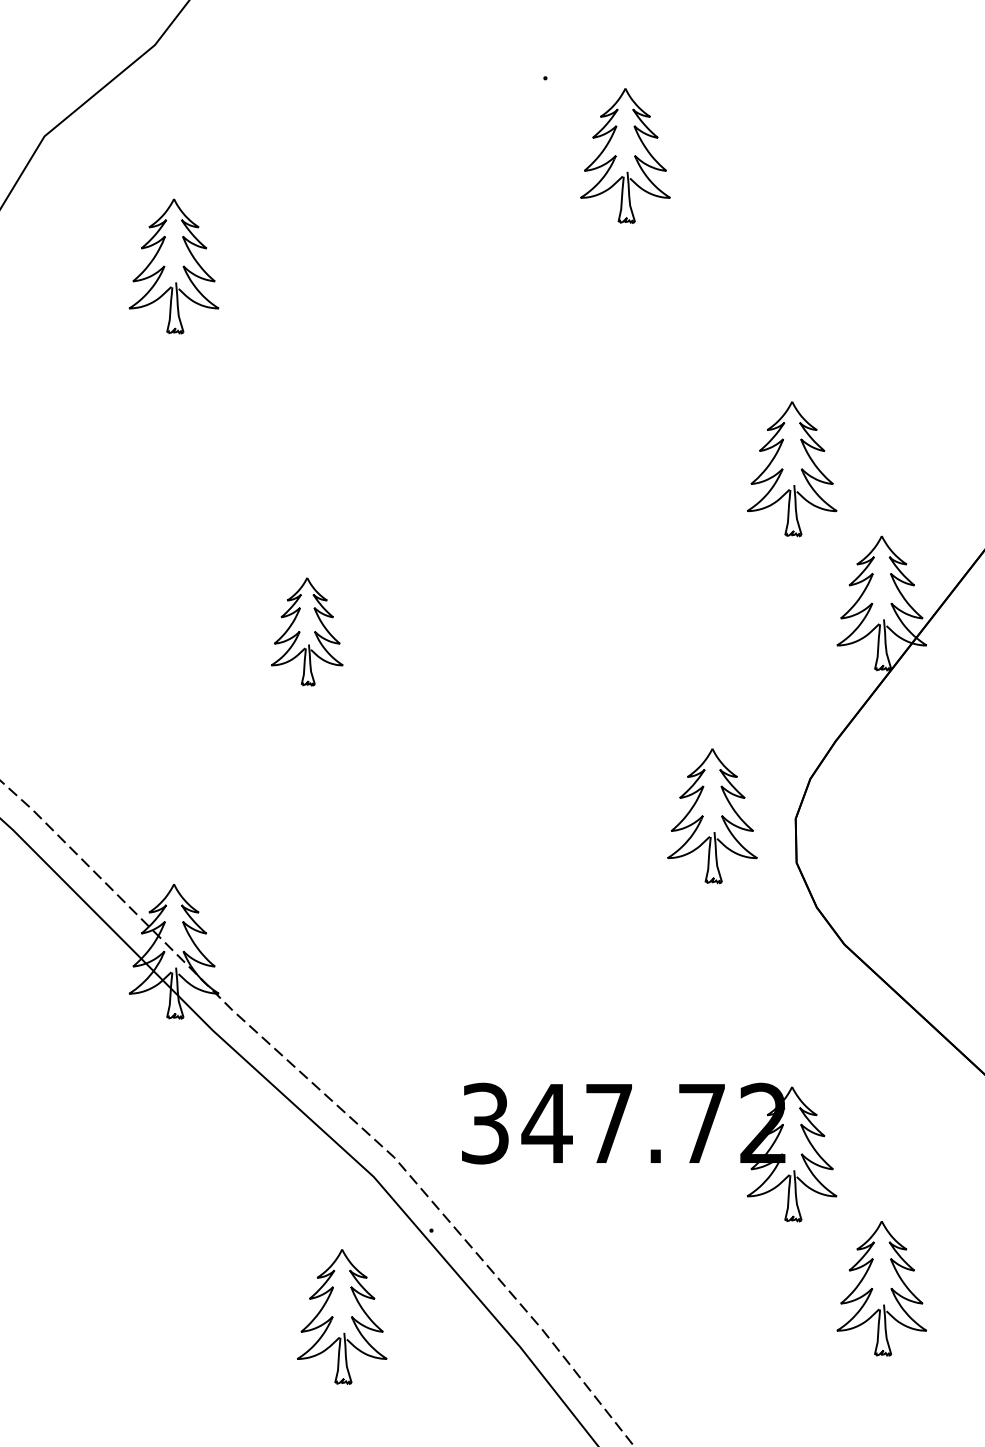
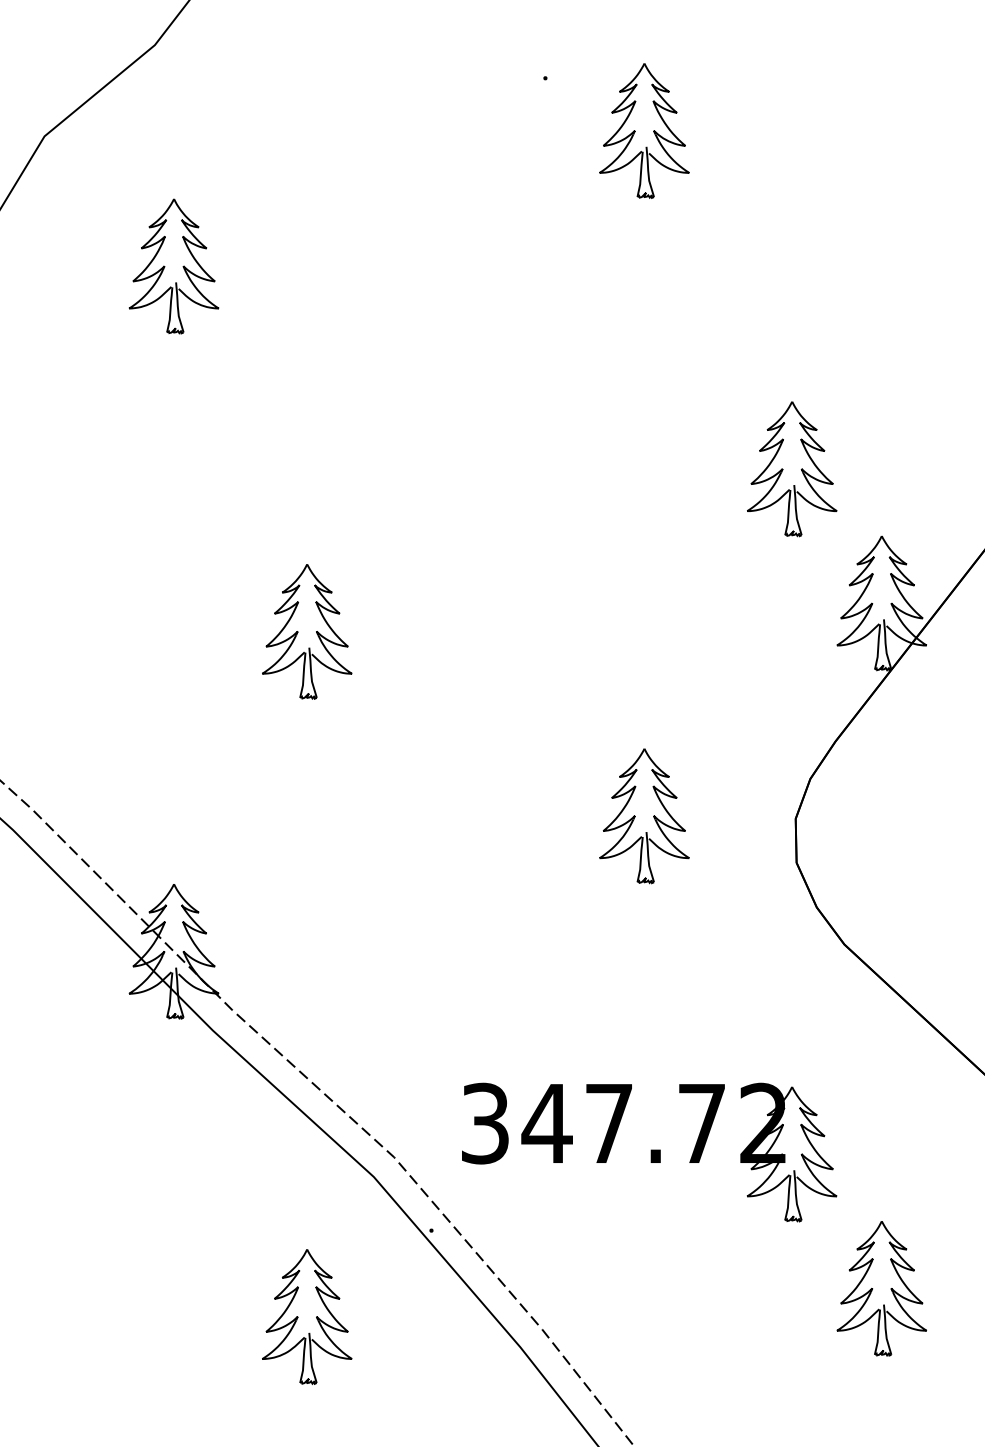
part at (625, 155) position: (625, 155) -> (644, 130)
part at (307, 631) size: 73x110 px -> 91x136 px
part at (712, 816) position: (712, 816) -> (644, 816)
part at (342, 1316) position: (342, 1316) -> (307, 1316)
